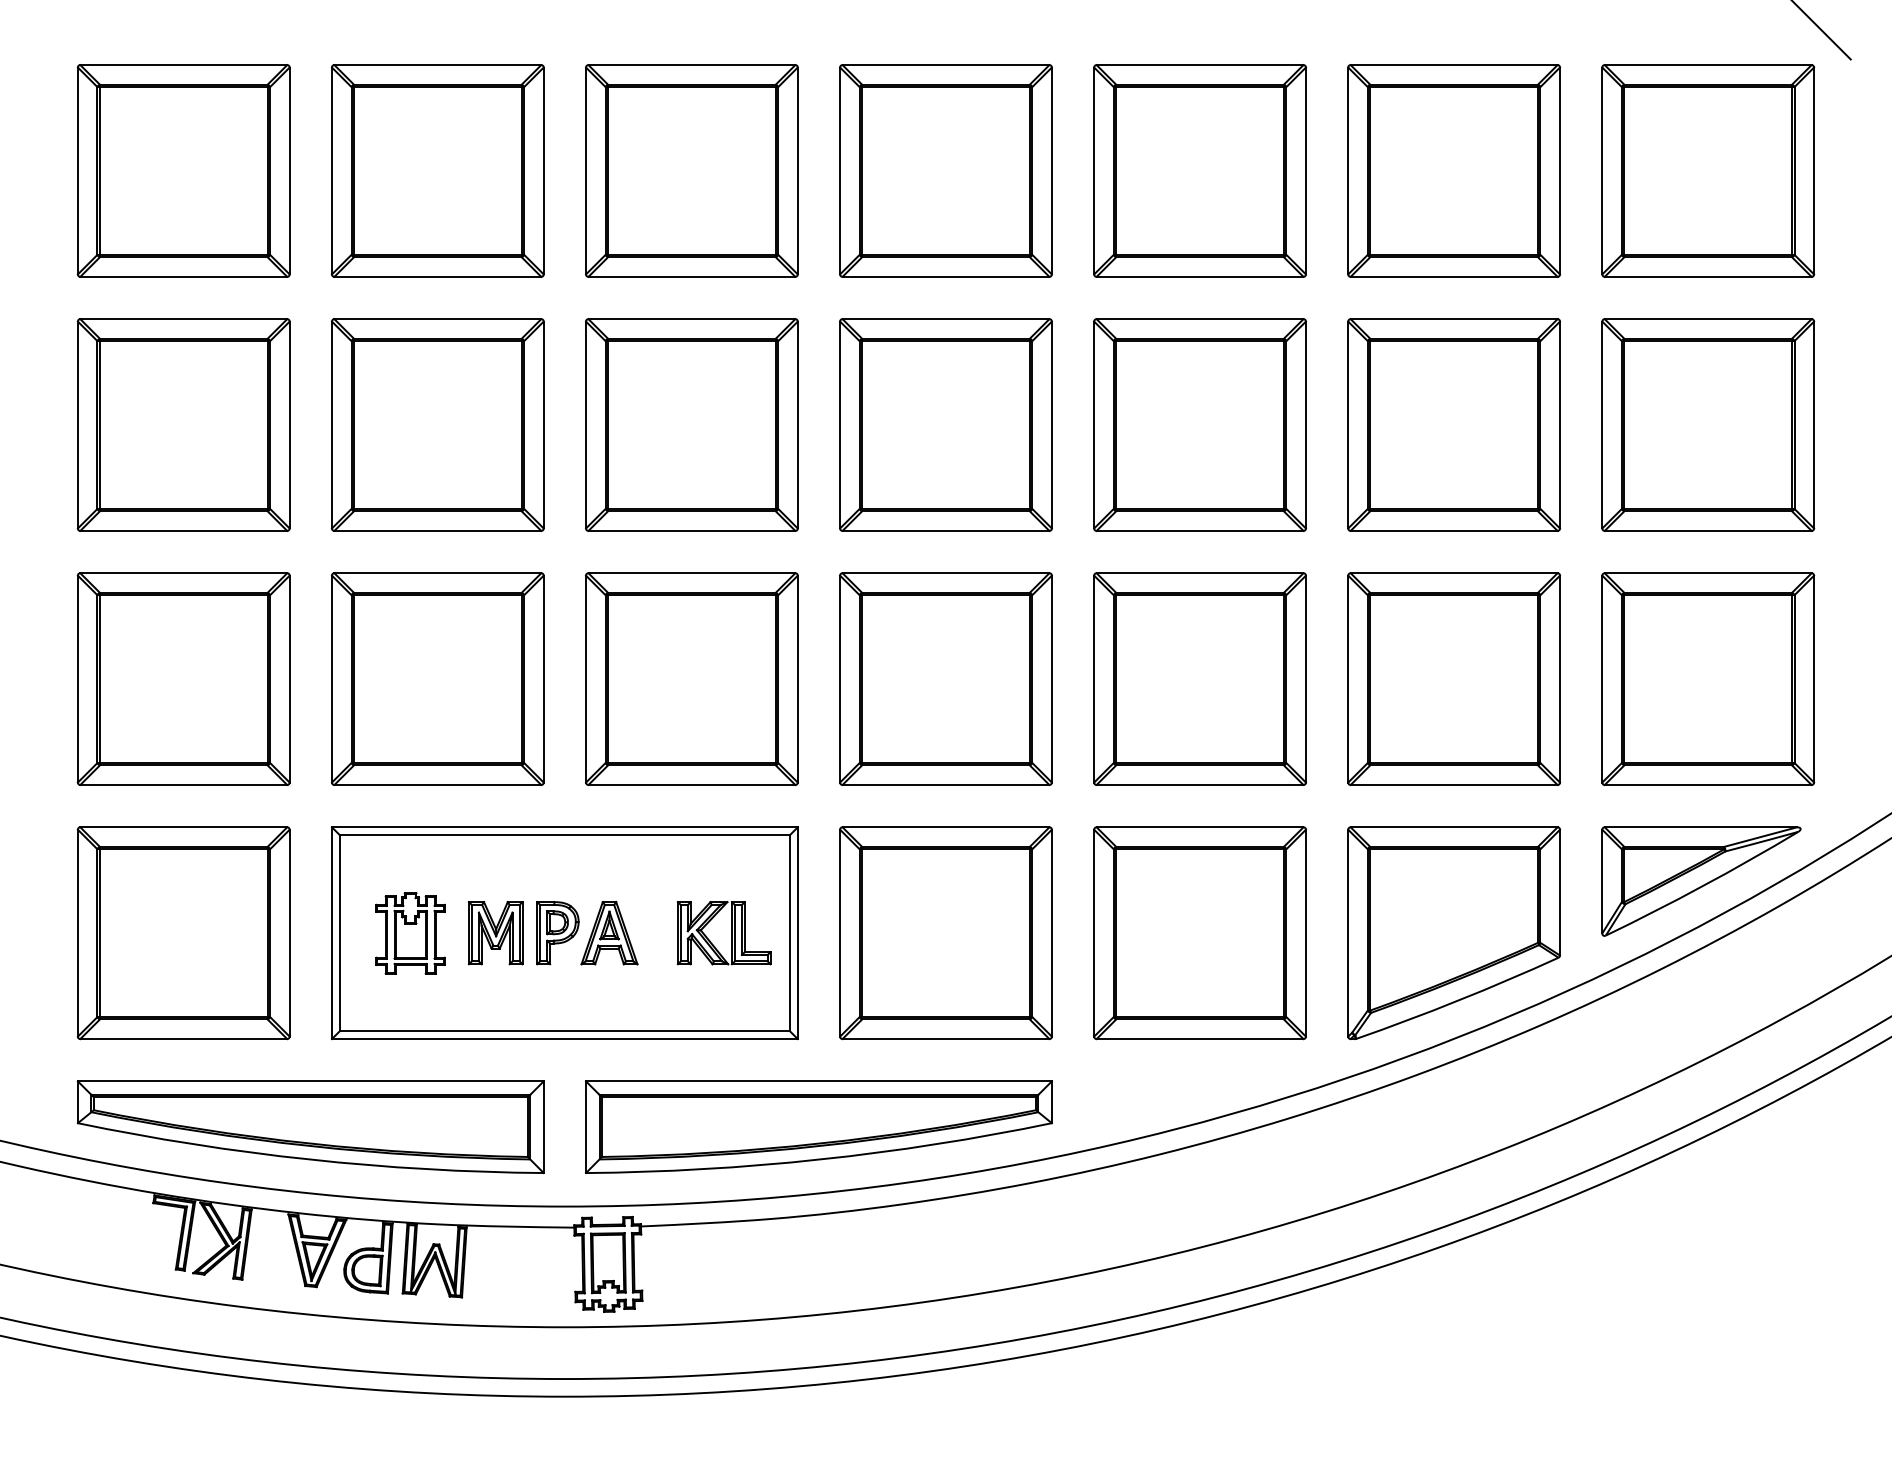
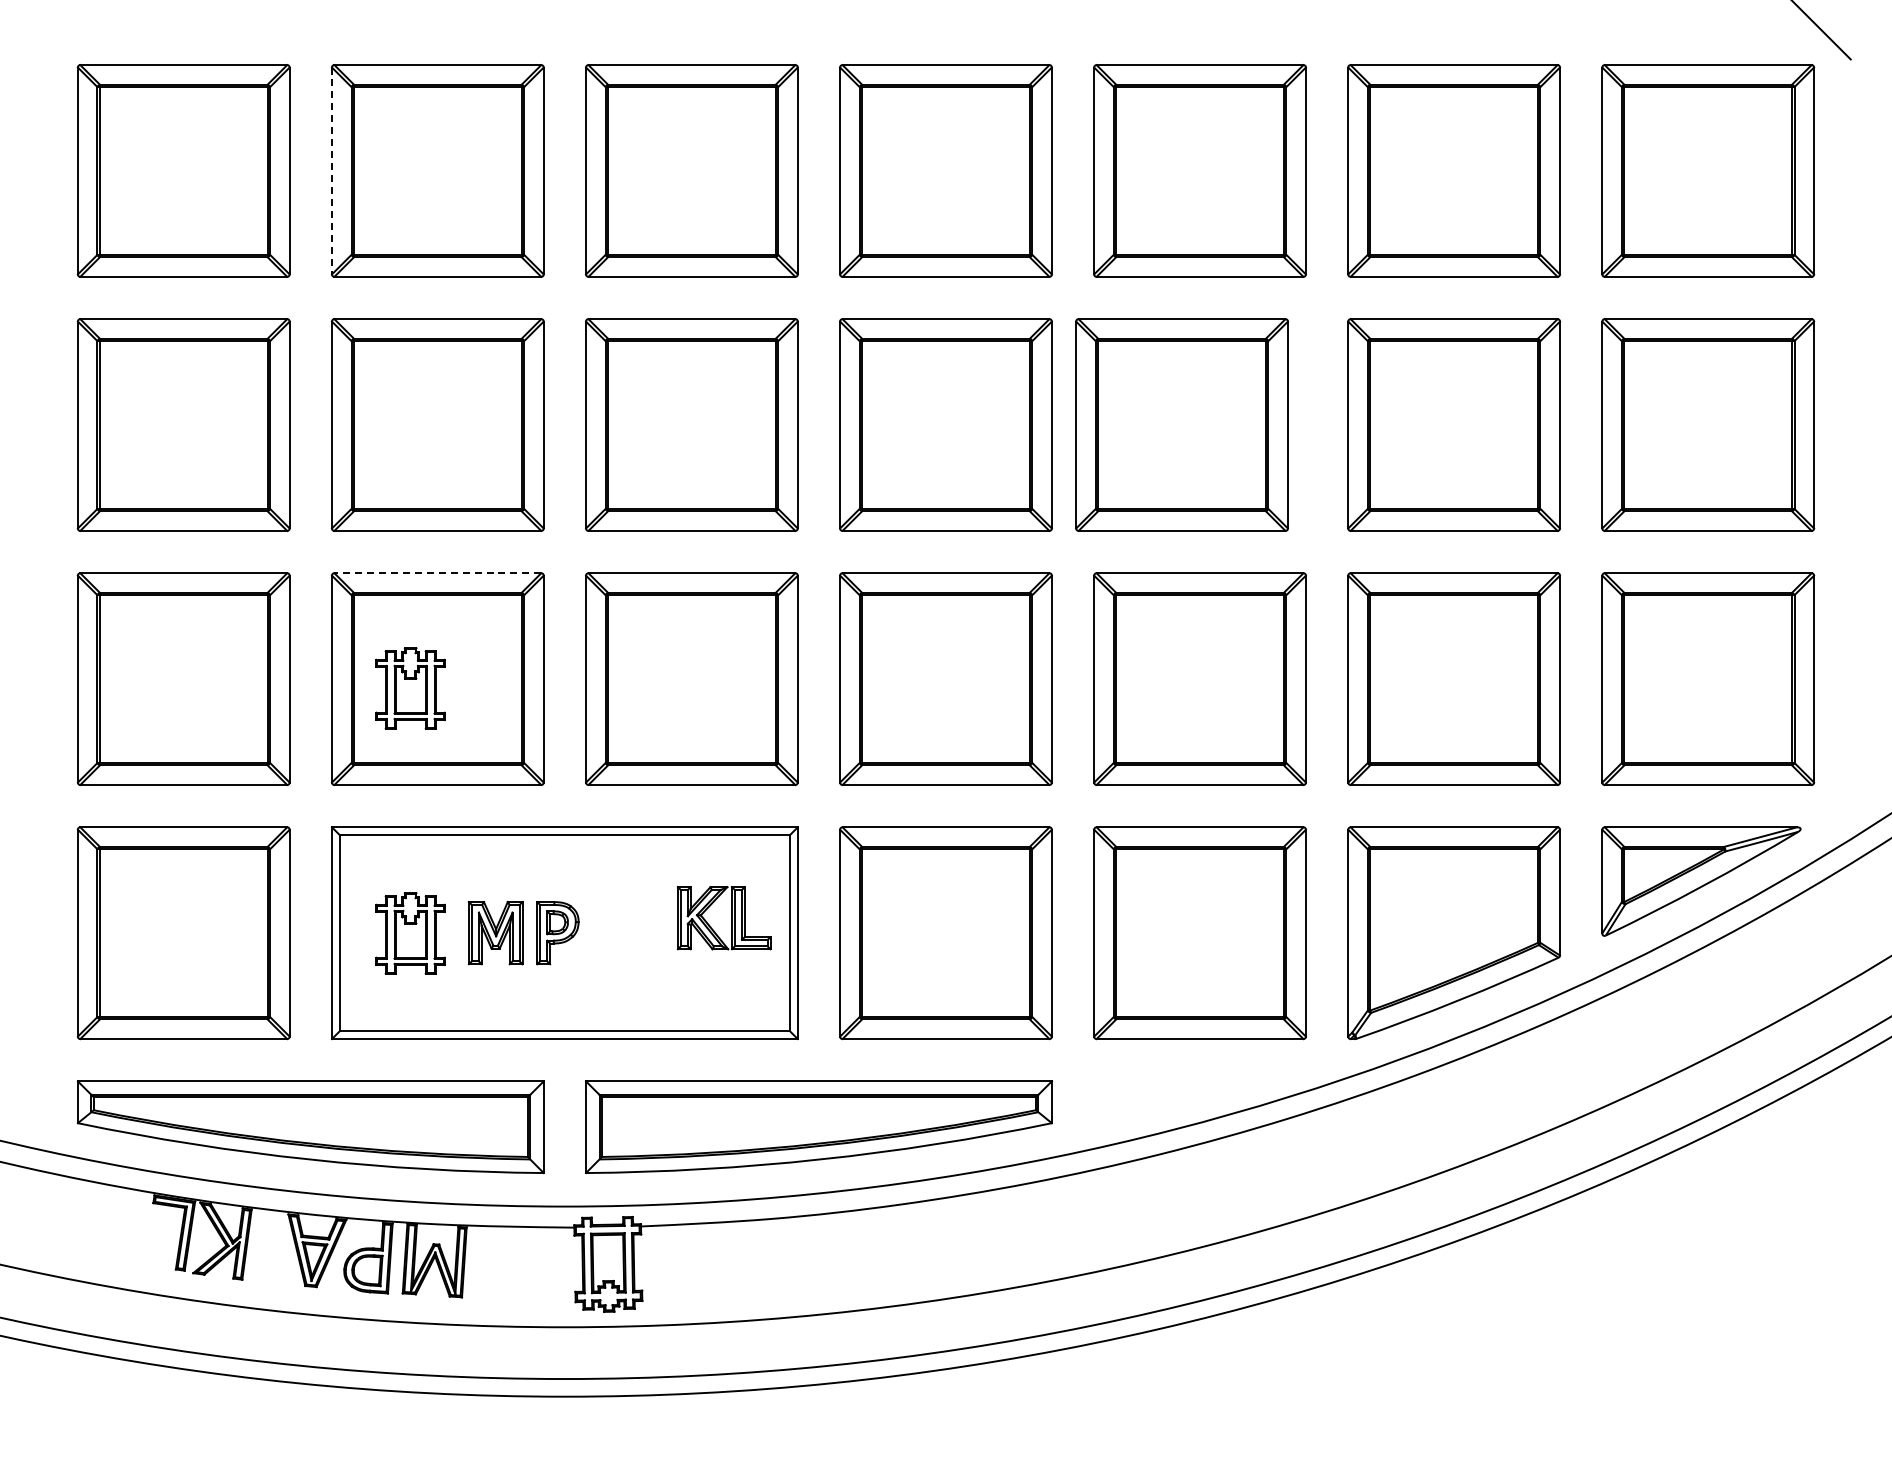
line at (332, 171): solid -> dashed
part at (1199, 424) position: (1199, 424) -> (1181, 424)
line at (437, 573): solid -> dashed
part at (410, 688): none -> present
part at (609, 933): present -> none
part at (731, 933) position: (731, 933) -> (731, 918)
